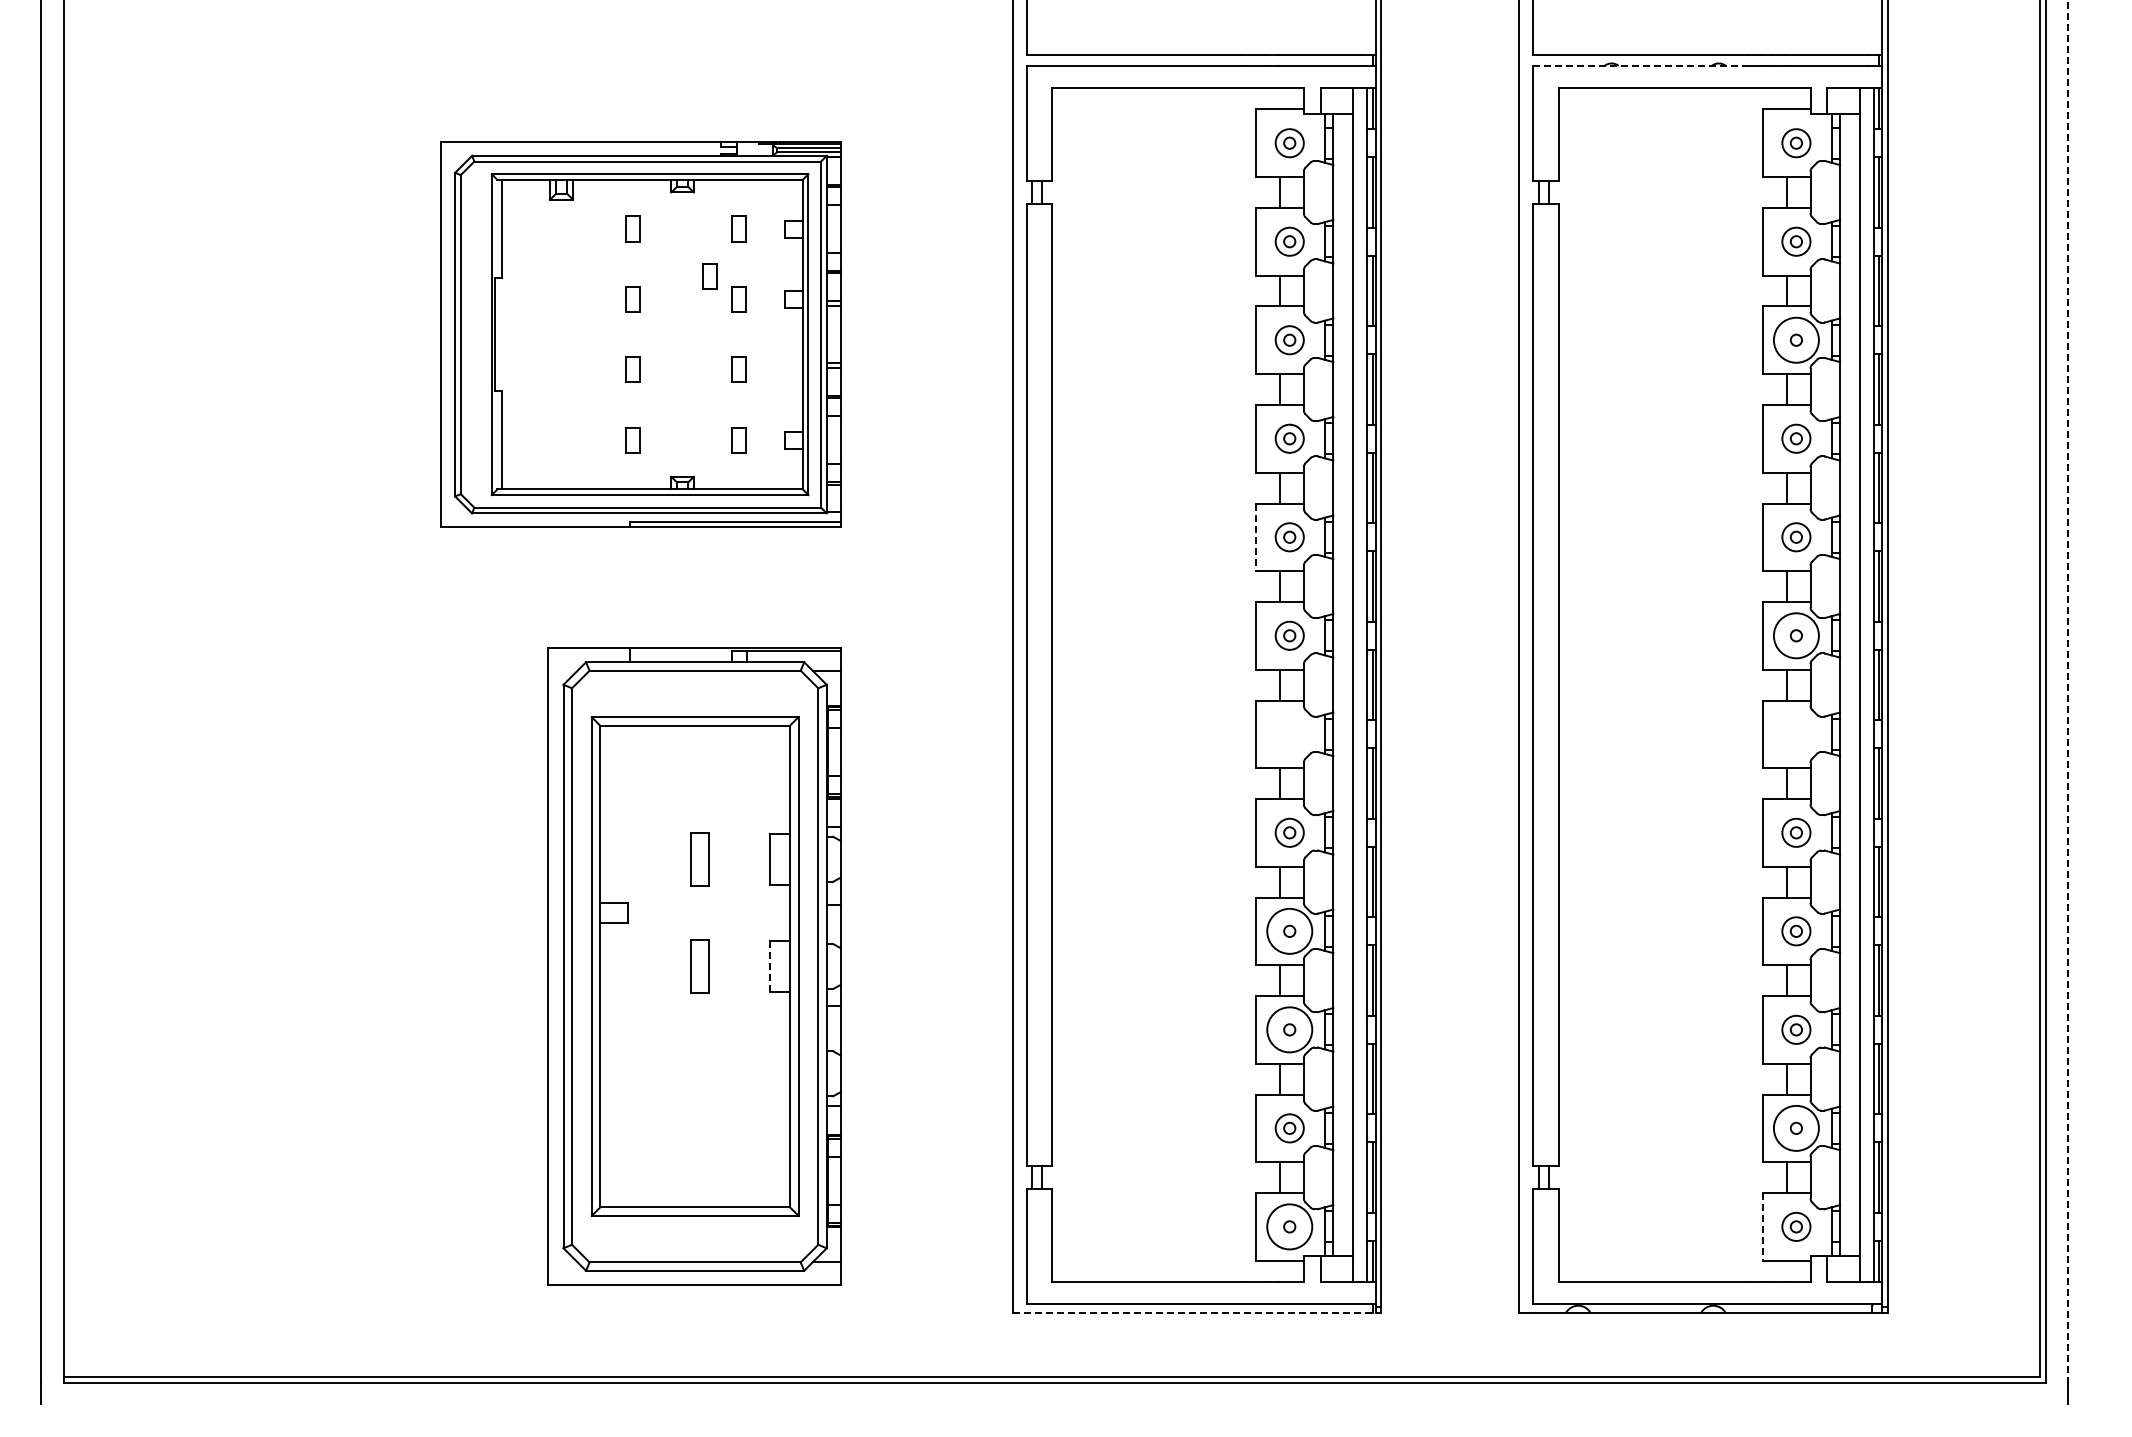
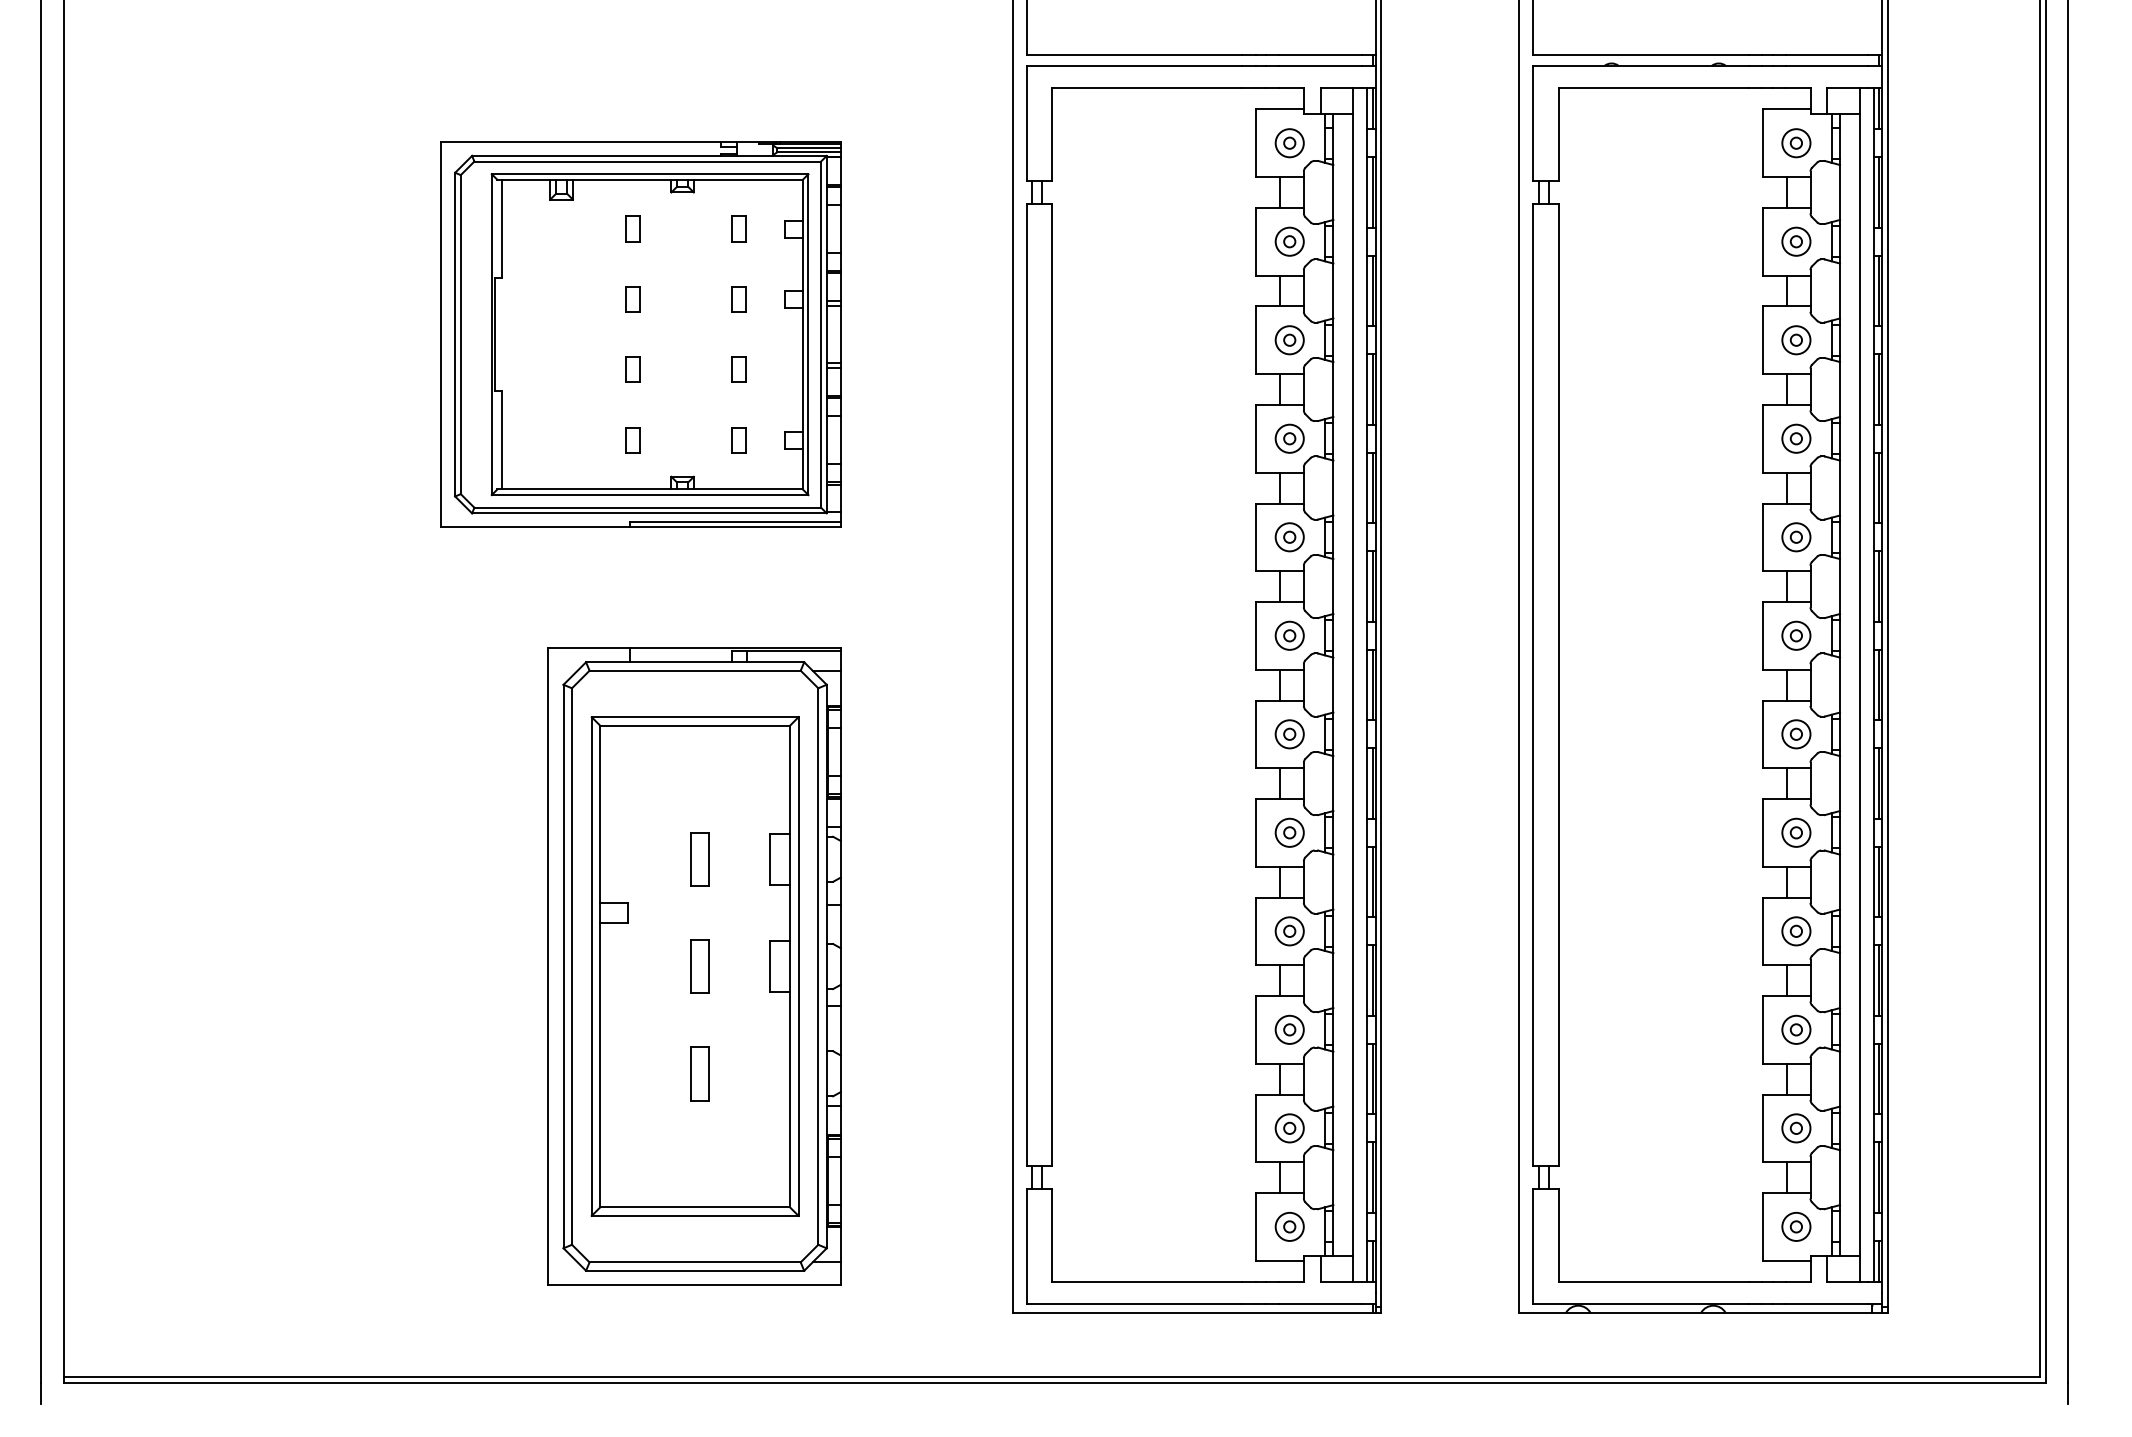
line at (1640, 65): dashed -> solid
part at (709, 276): present -> none
circle at (1795, 339) diameter: 45 px -> 28 px
line at (1255, 537): dashed -> solid
circle at (1795, 635) diameter: 45 px -> 28 px
line at (2068, 692): dashed -> solid
part at (1289, 734): none -> present
part at (1796, 734): none -> present
circle at (1289, 930) diameter: 45 px -> 28 px
line at (770, 967): dashed -> solid
circle at (1289, 1029) diameter: 45 px -> 28 px
part at (699, 1073): none -> present
circle at (1795, 1127) diameter: 45 px -> 28 px
circle at (1289, 1226) diameter: 45 px -> 28 px
line at (1762, 1226): dashed -> solid
line at (1197, 1312): dashed -> solid
